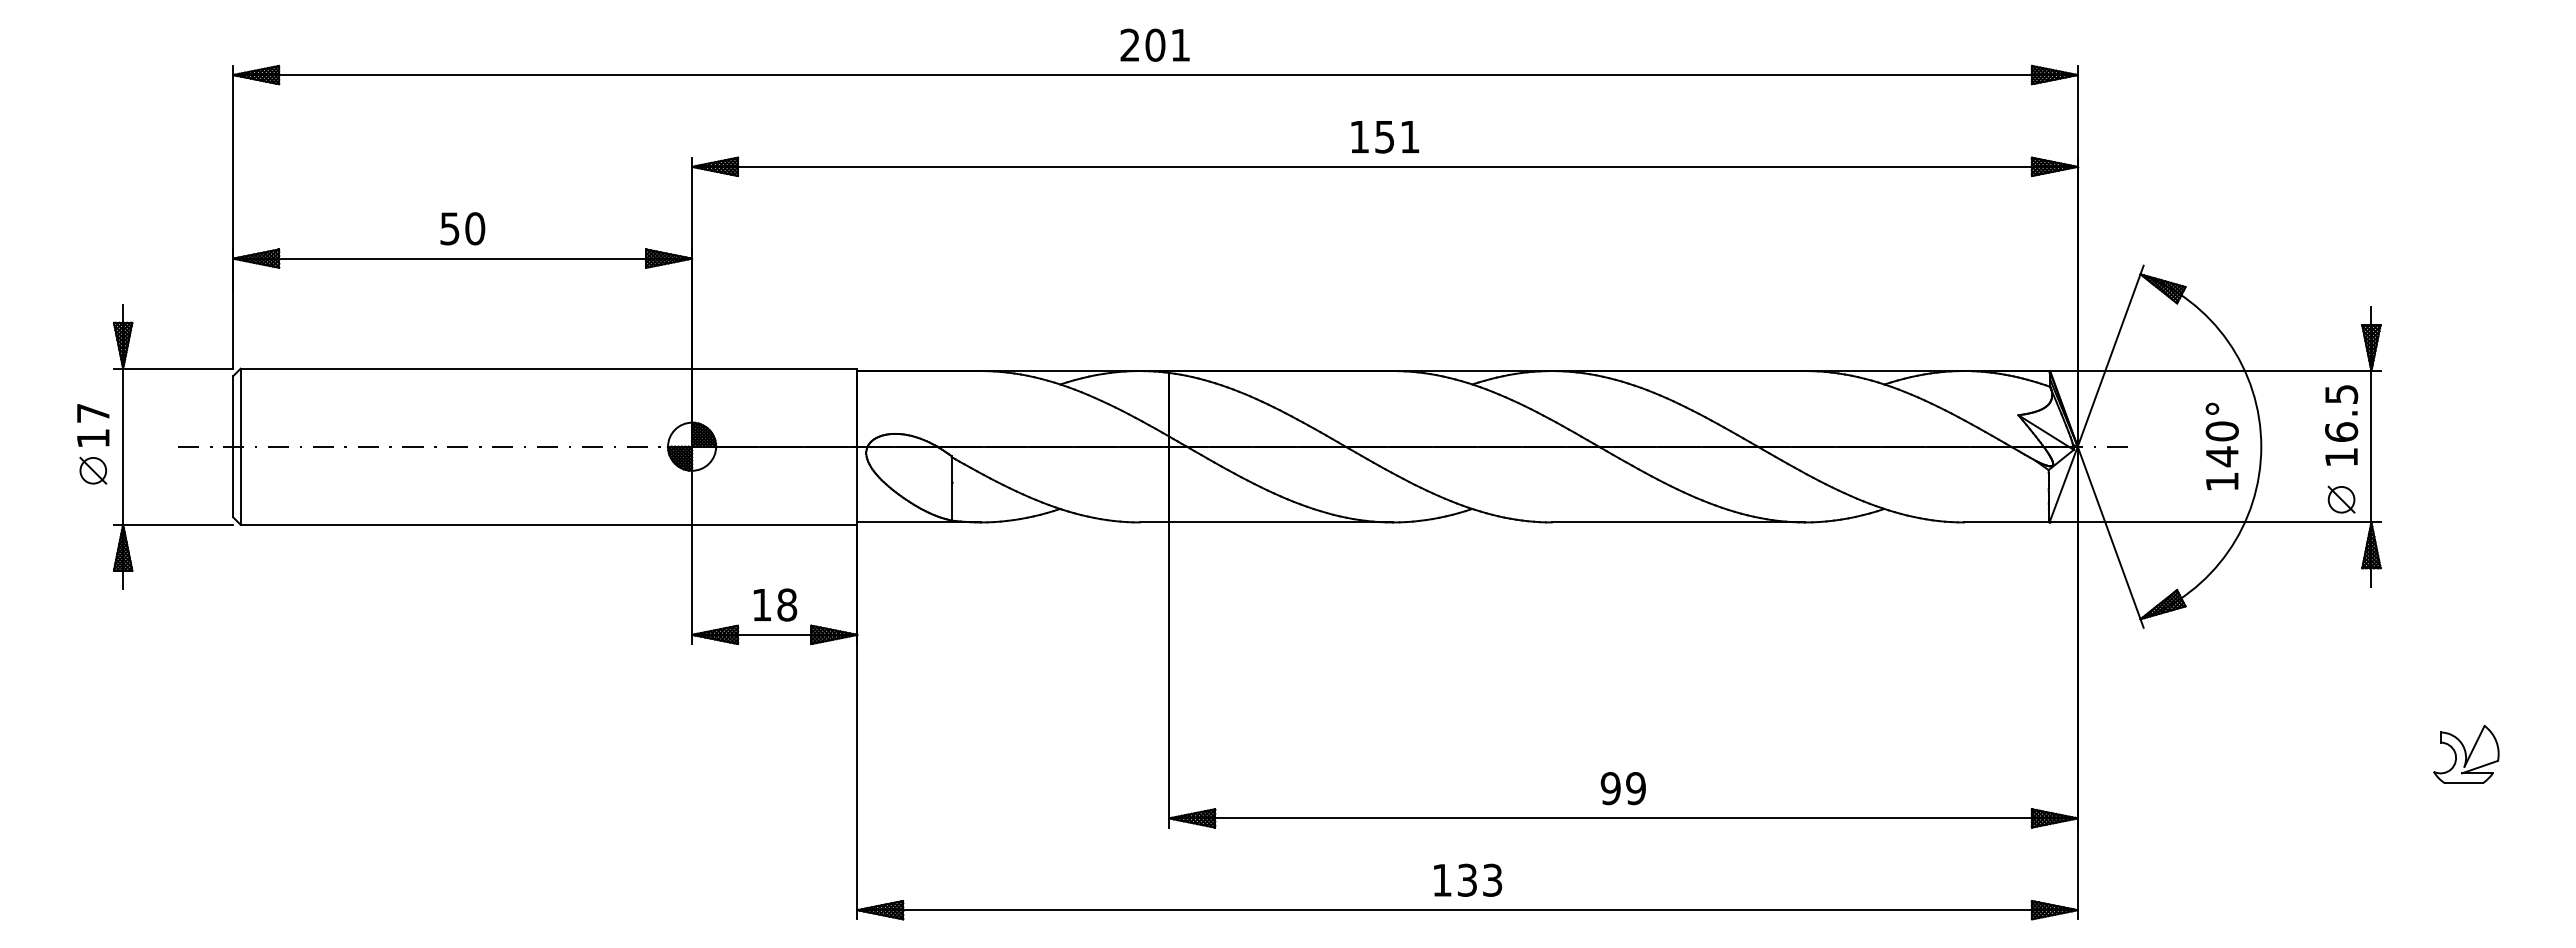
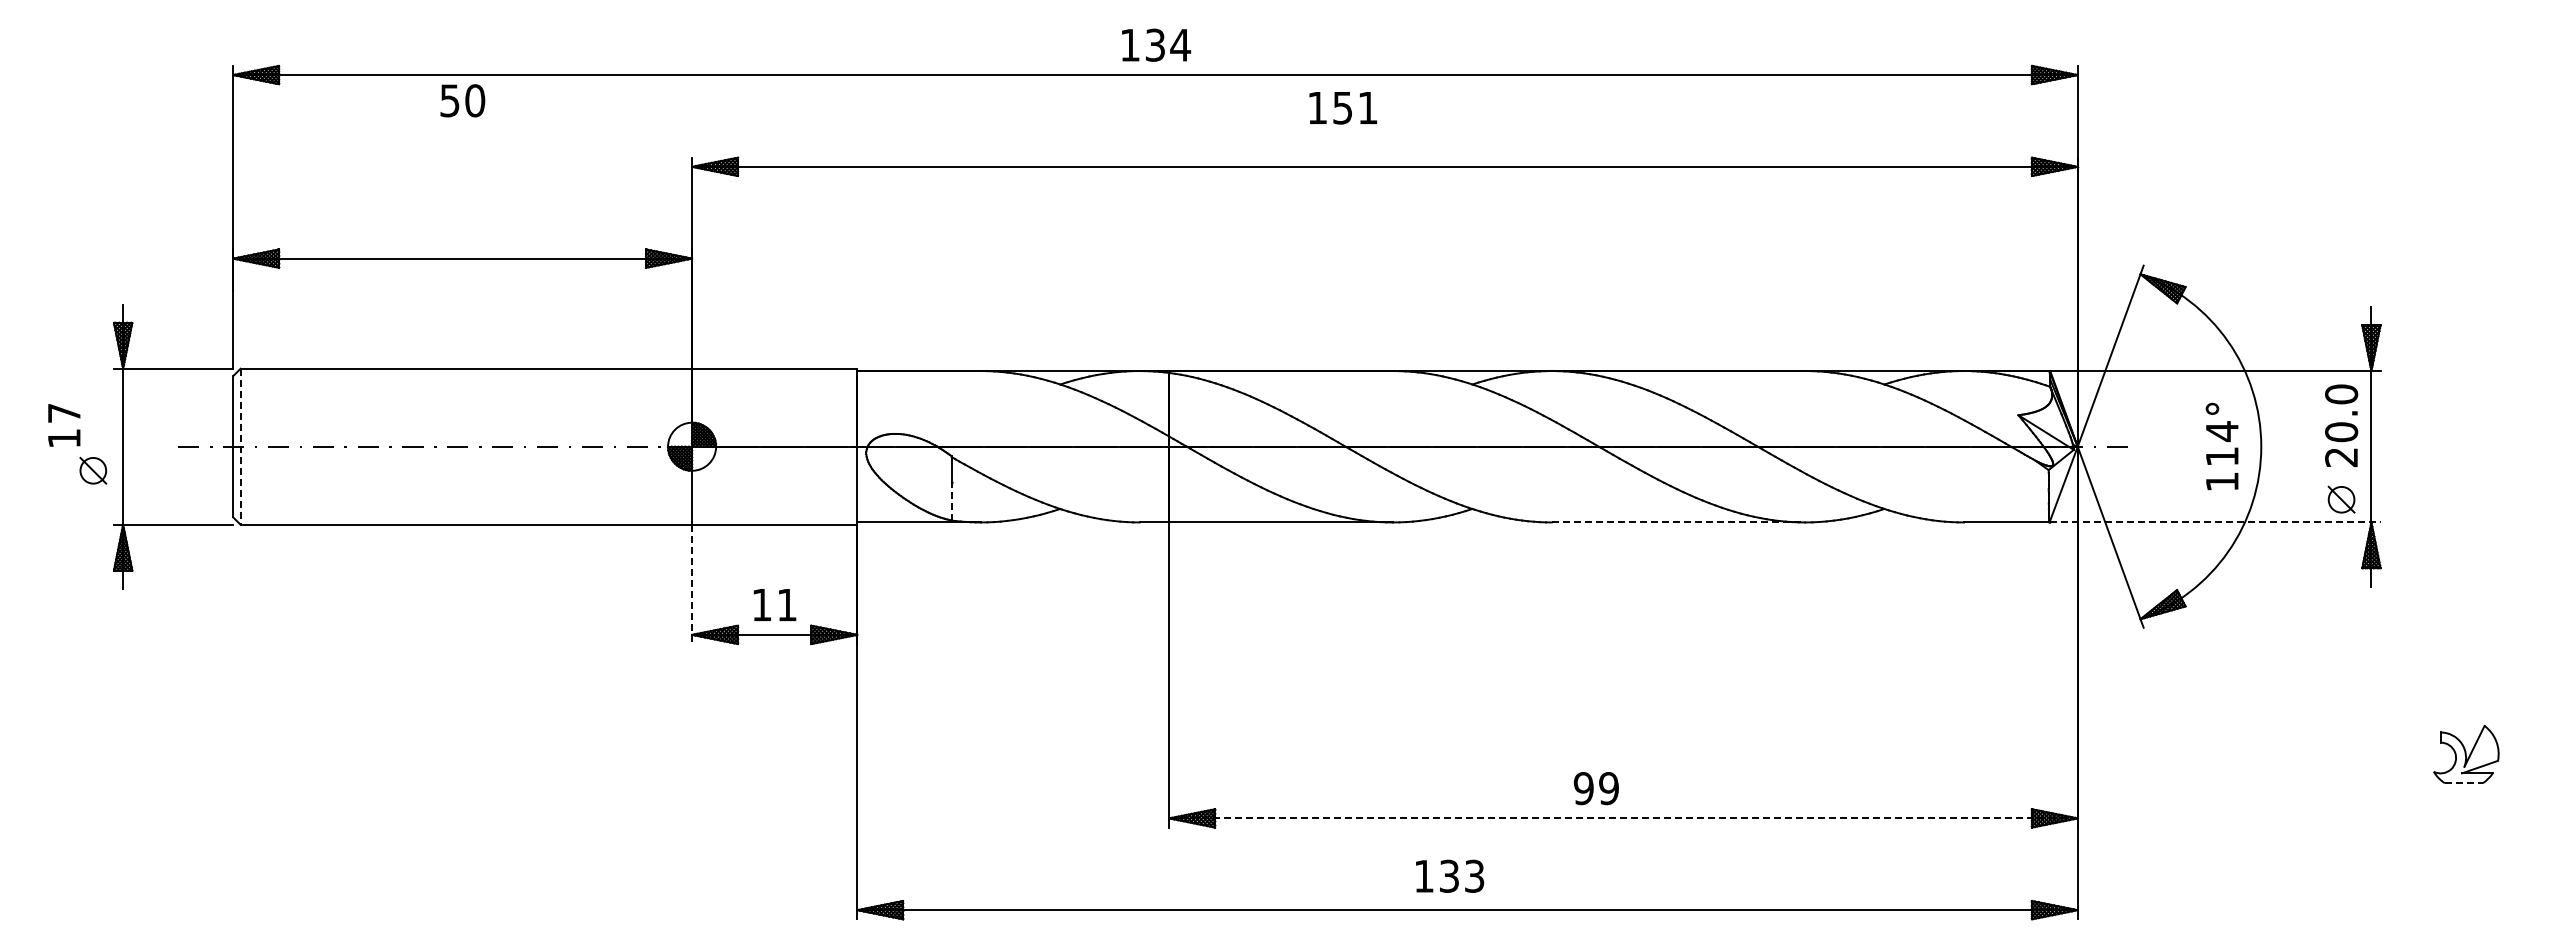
text at (1155, 44): 201 -> 134
text at (1385, 137) position: (1385, 137) -> (1343, 108)
text at (462, 228) position: (462, 228) -> (462, 100)
text at (93, 425) position: (93, 425) -> (64, 425)
text at (2341, 425): 16.5 -> 20.0
text at (2221, 444): 140° -> 114°
line at (240, 447): solid -> dashed
line at (951, 501): solid -> dashed
line at (1678, 522): solid -> dashed
line at (2215, 522): solid -> dashed
line at (692, 584): solid -> dashed
text at (787, 604): 18 -> 11
line at (2463, 783): solid -> dashed
text at (1622, 788) position: (1622, 788) -> (1595, 788)
line at (1624, 818): solid -> dashed
text at (1468, 879) position: (1468, 879) -> (1450, 875)
